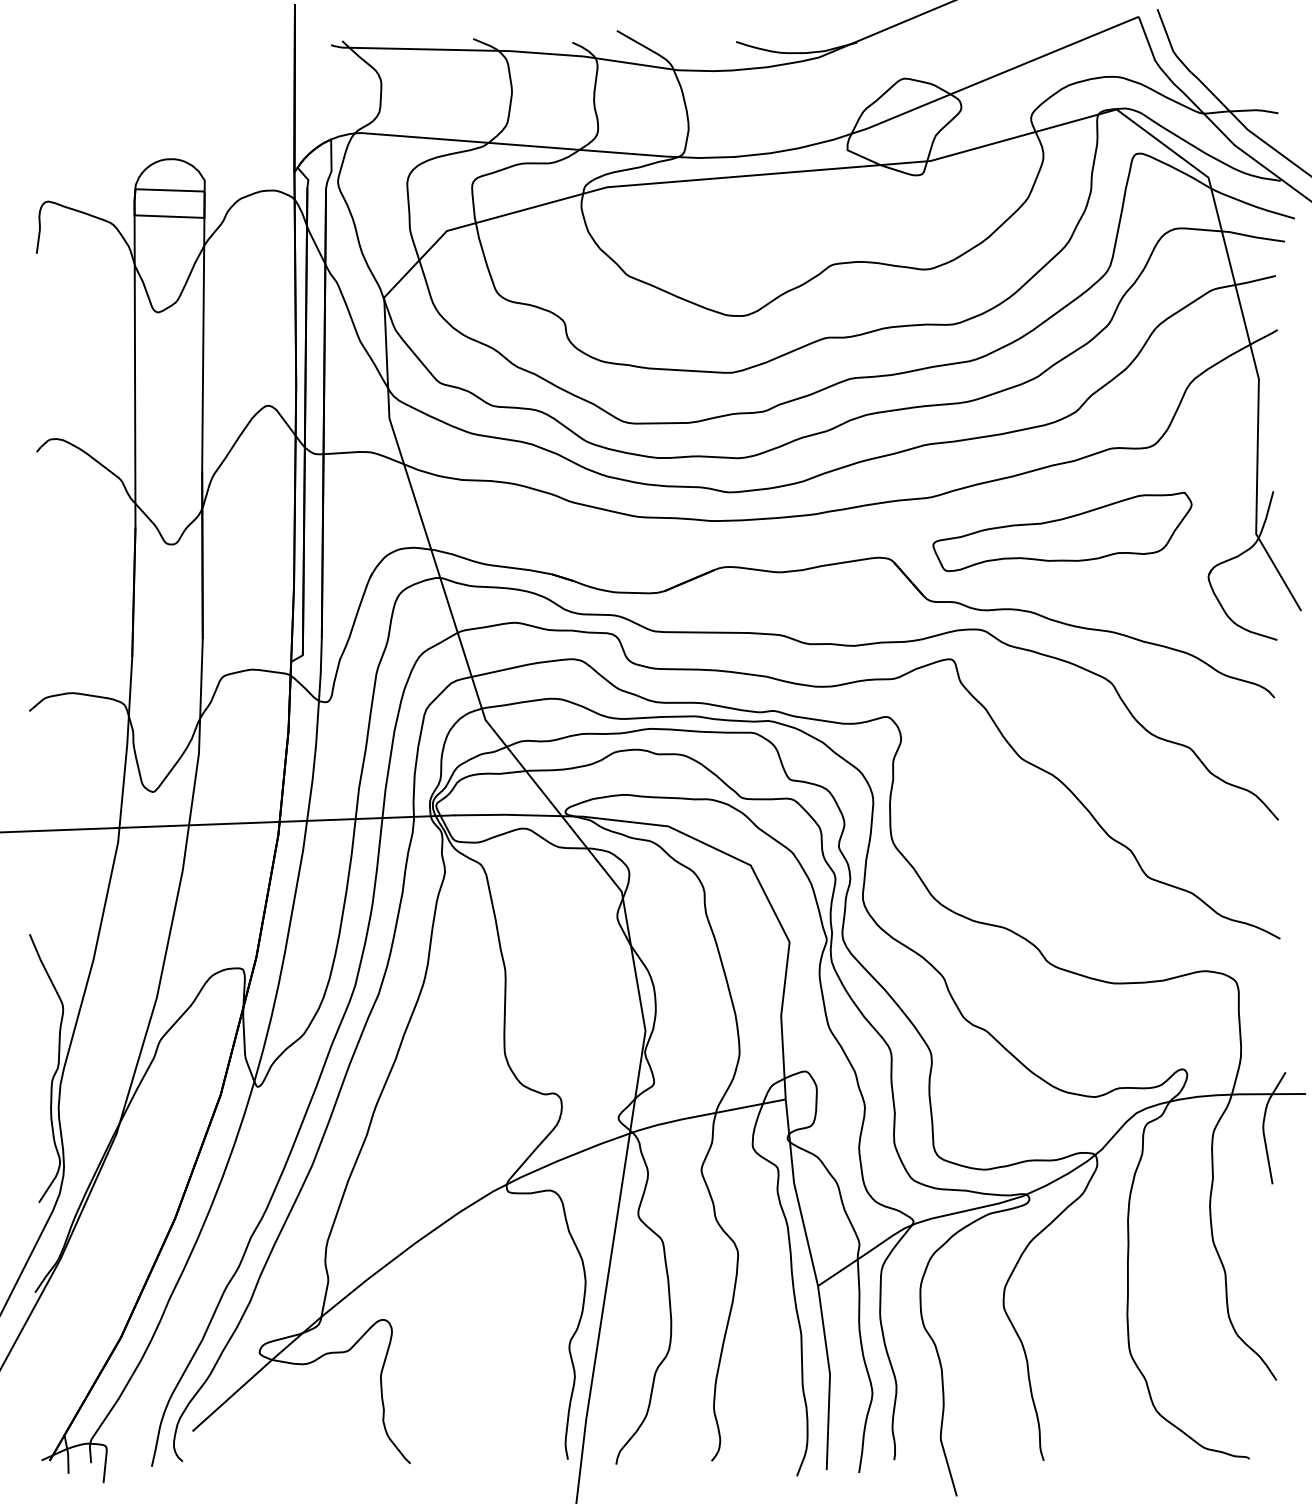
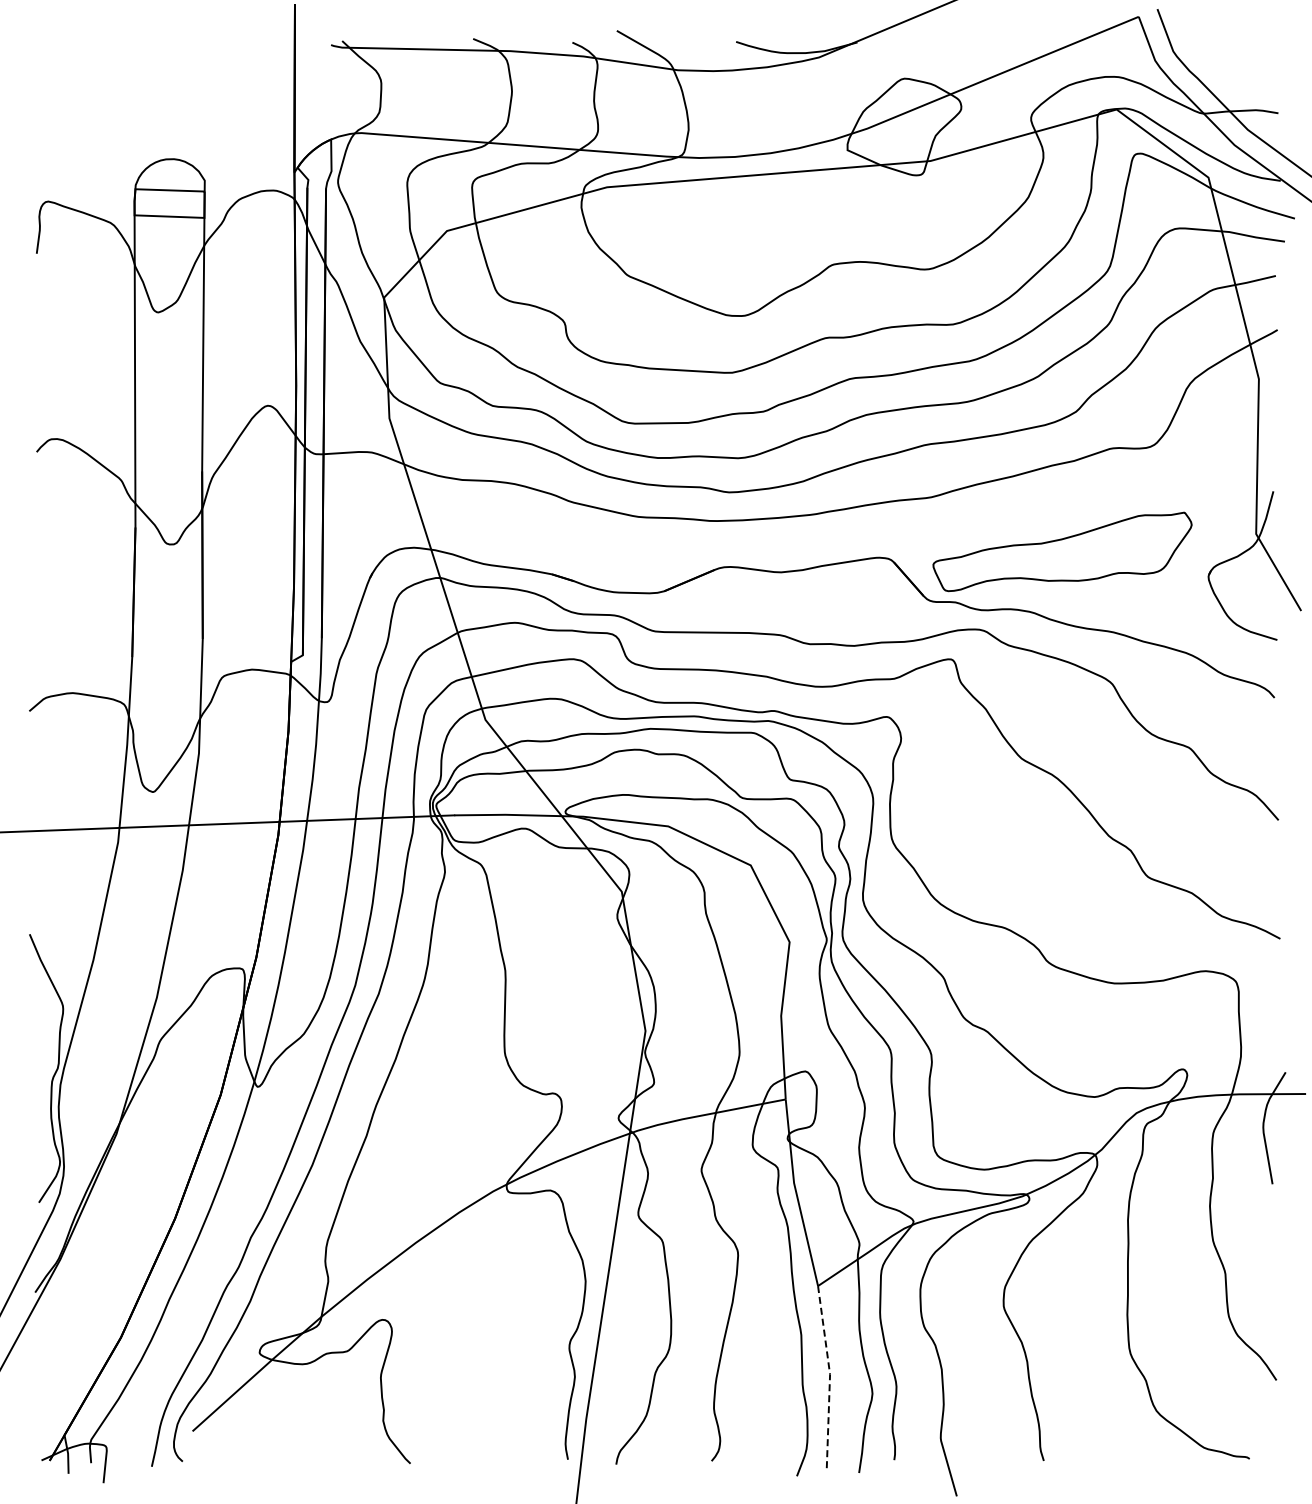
part at (1062, 531) position: (1062, 531) -> (1062, 551)
line at (829, 1377): solid -> dashed
